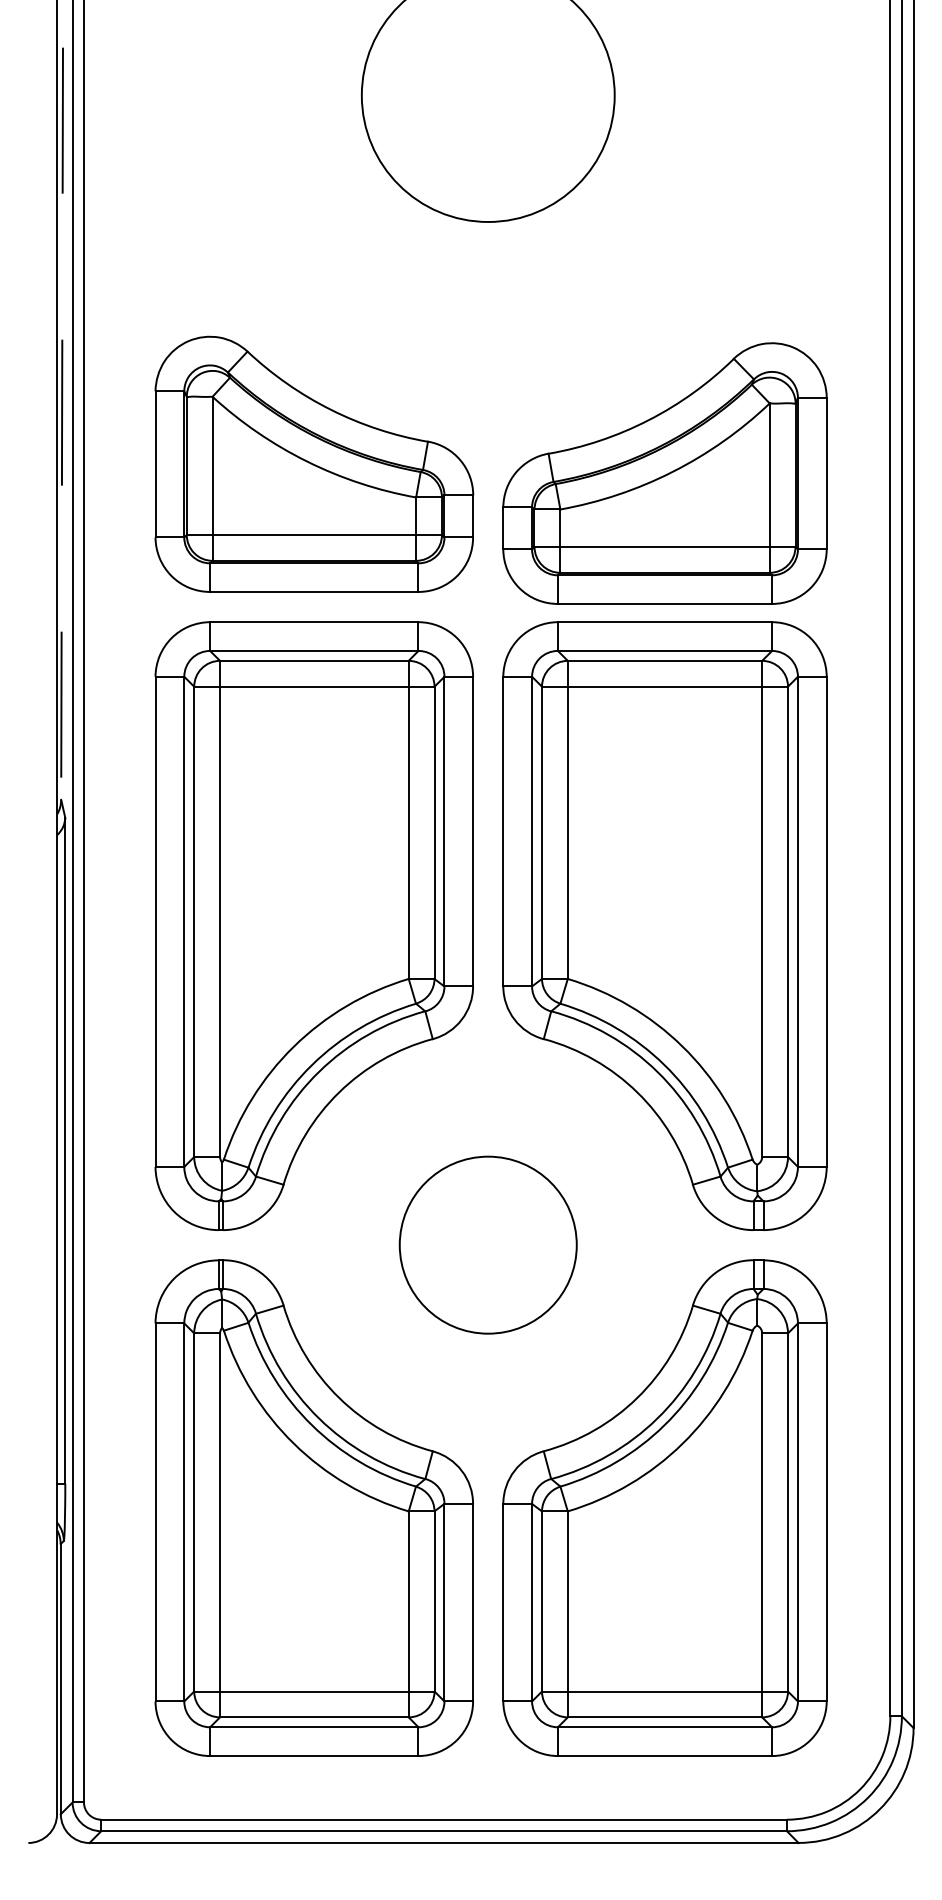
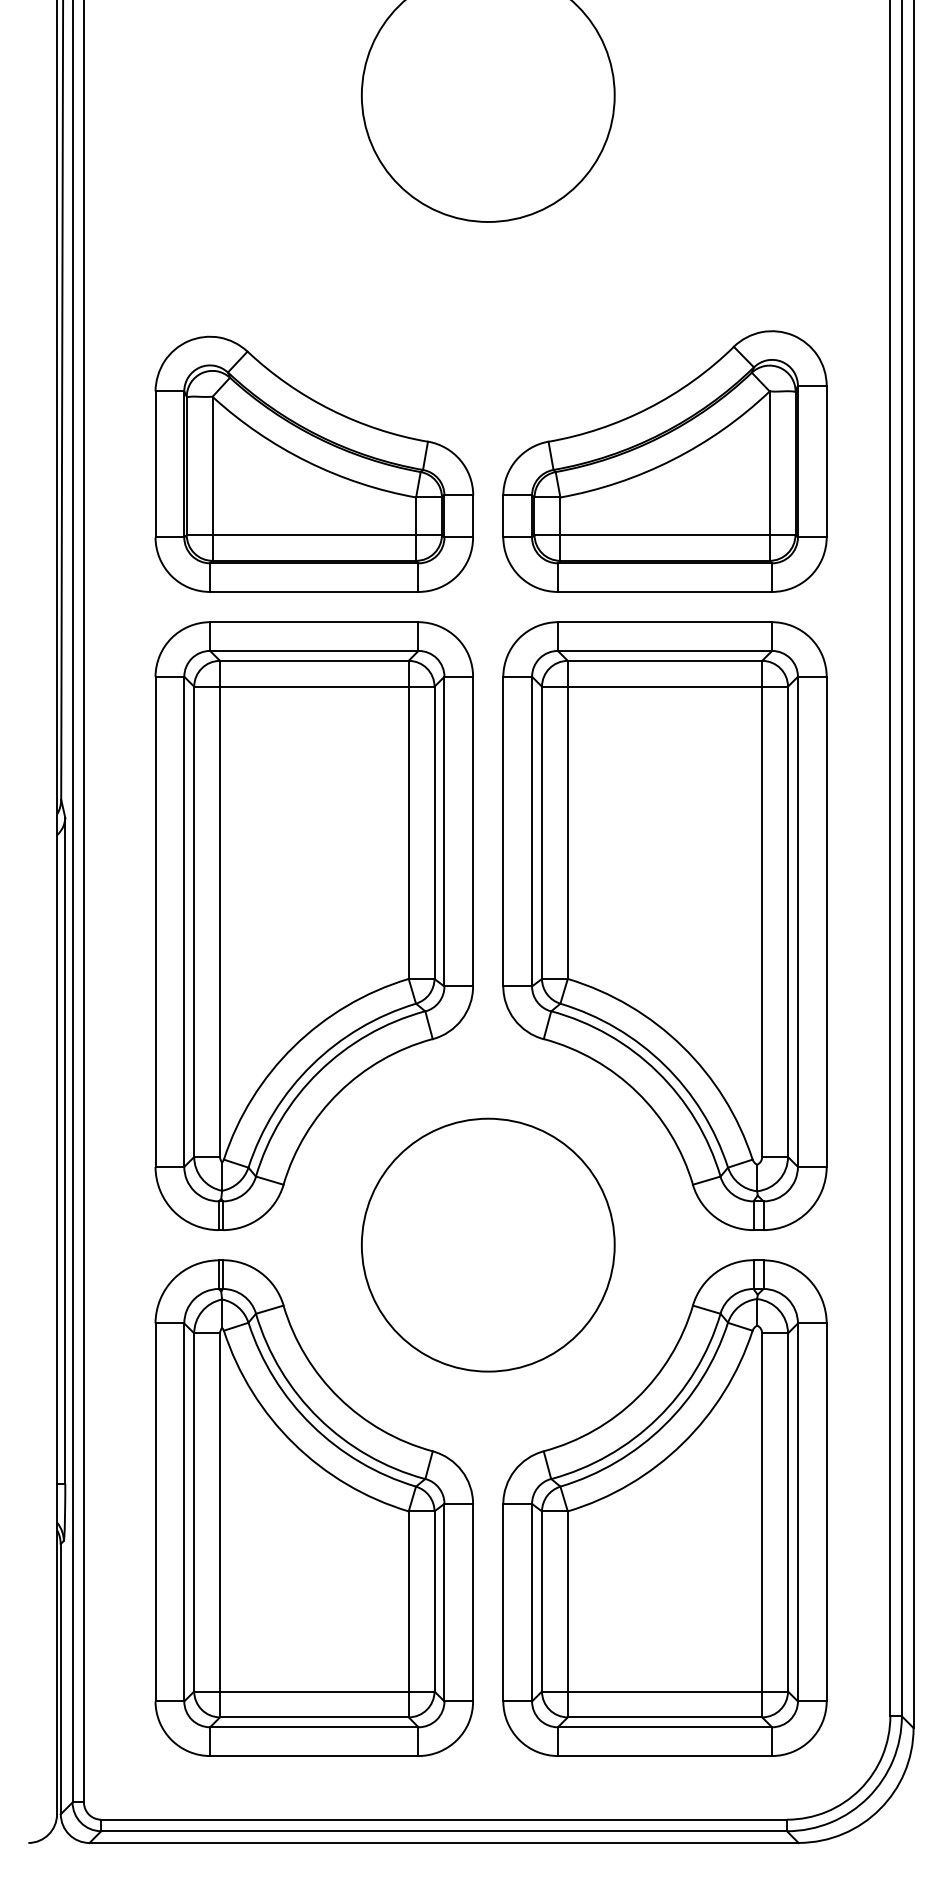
line at (62, 400): dashed -> solid
part at (664, 473) position: (664, 473) -> (664, 461)
circle at (487, 1244) diameter: 177 px -> 253 px
